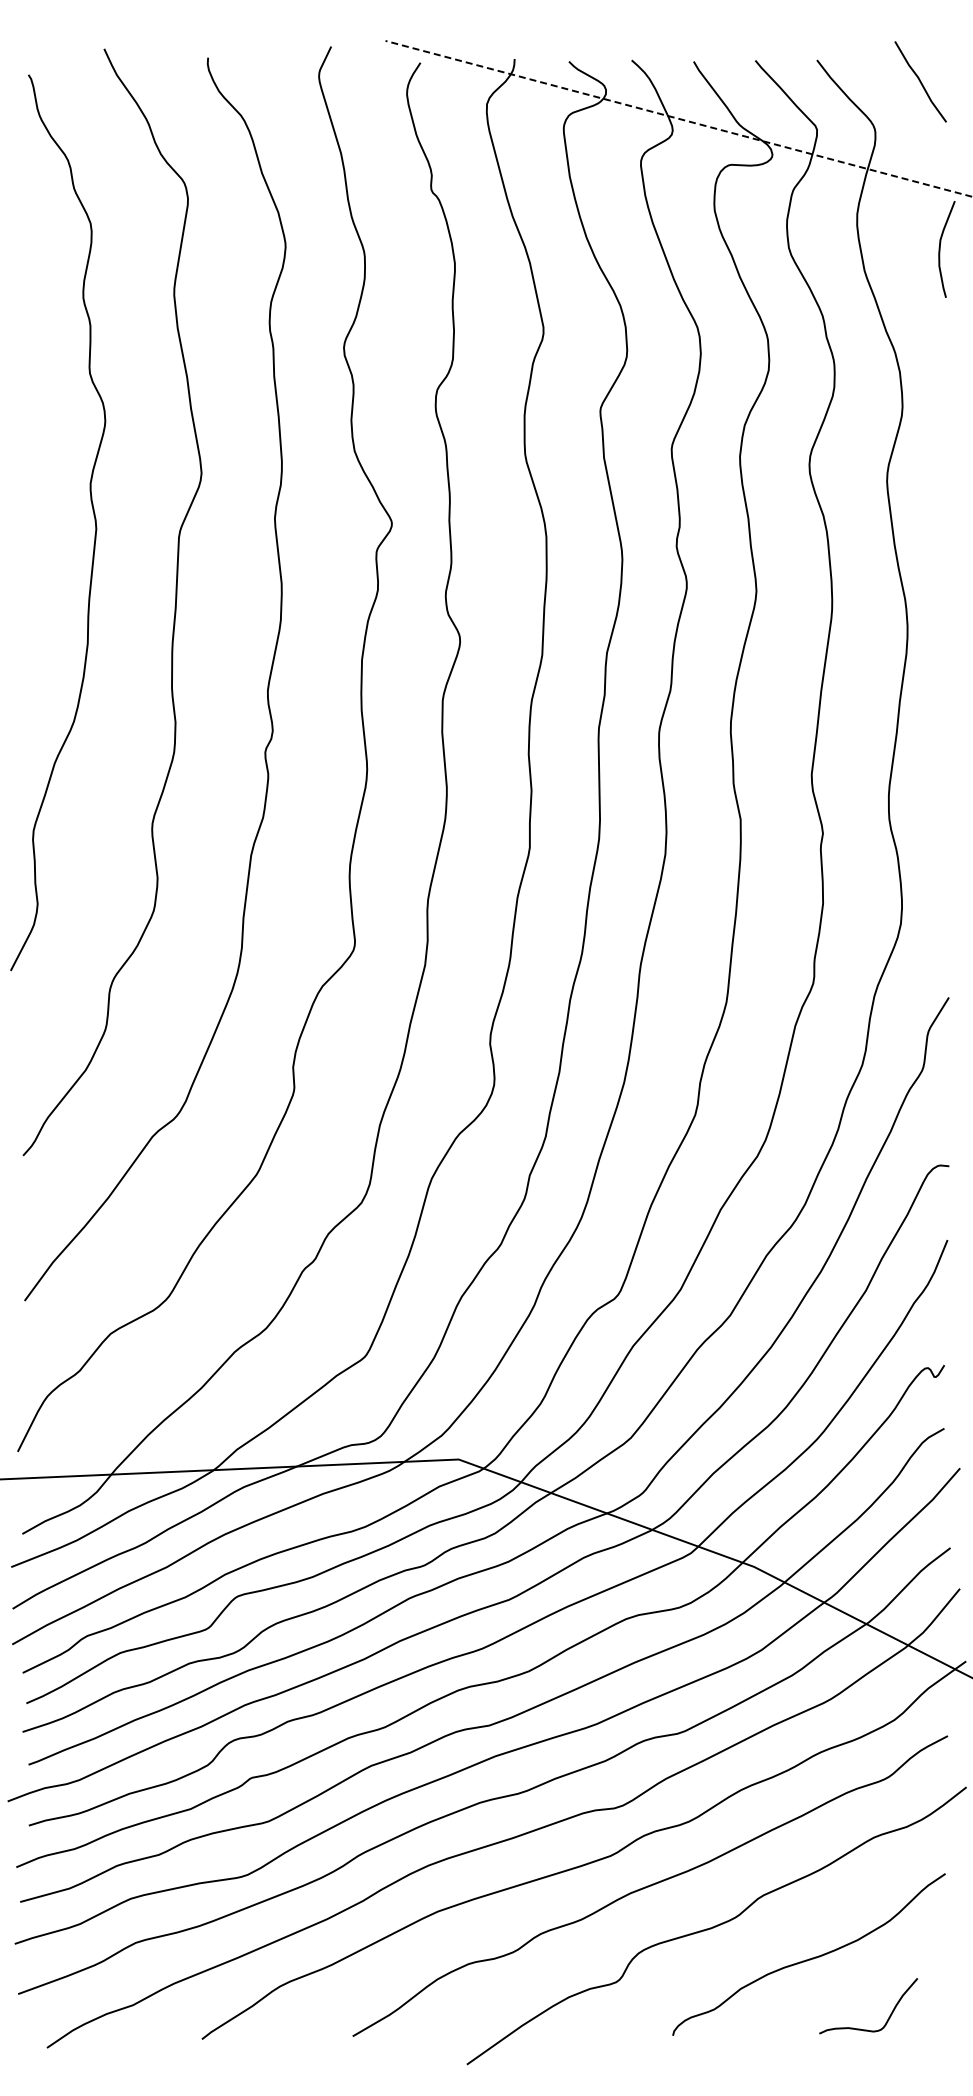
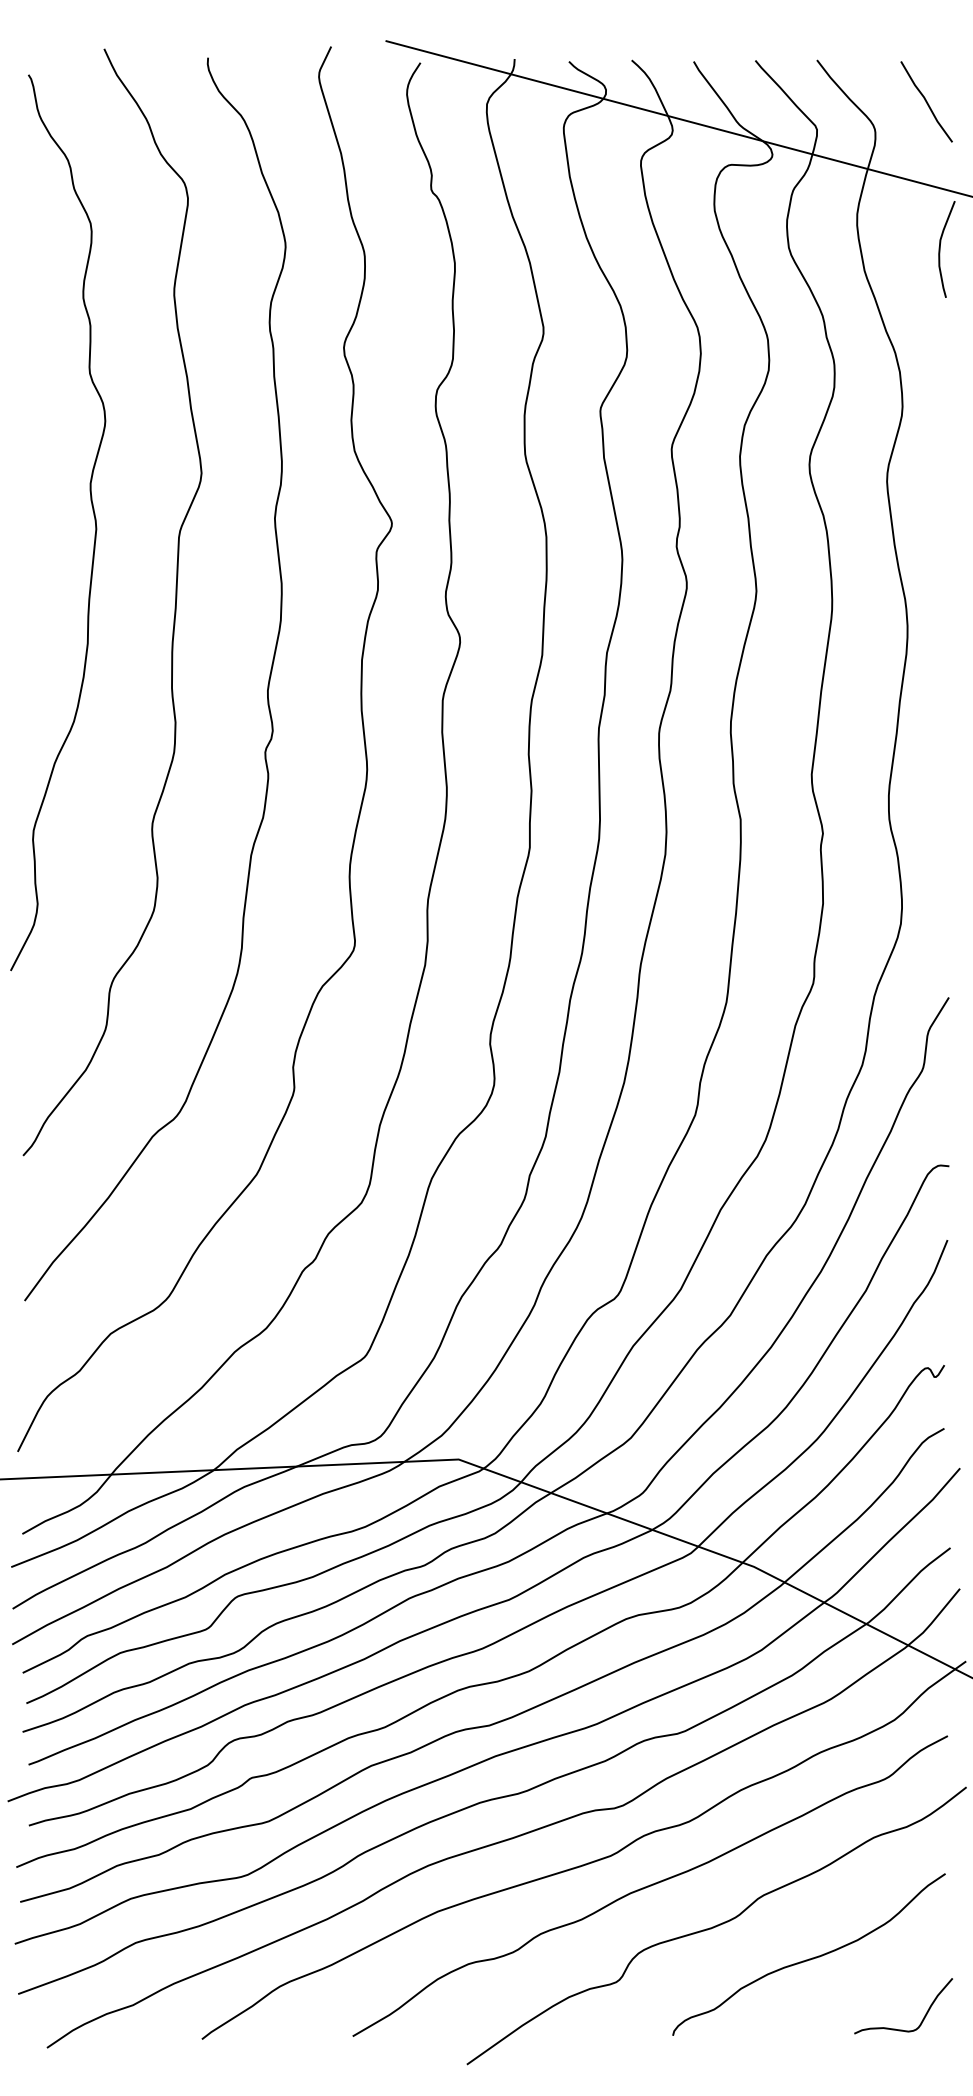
line at (920, 81) position: (920, 81) -> (926, 101)
line at (678, 118): dashed -> solid
curve at (886, 2020) position: (886, 2020) -> (921, 2020)
